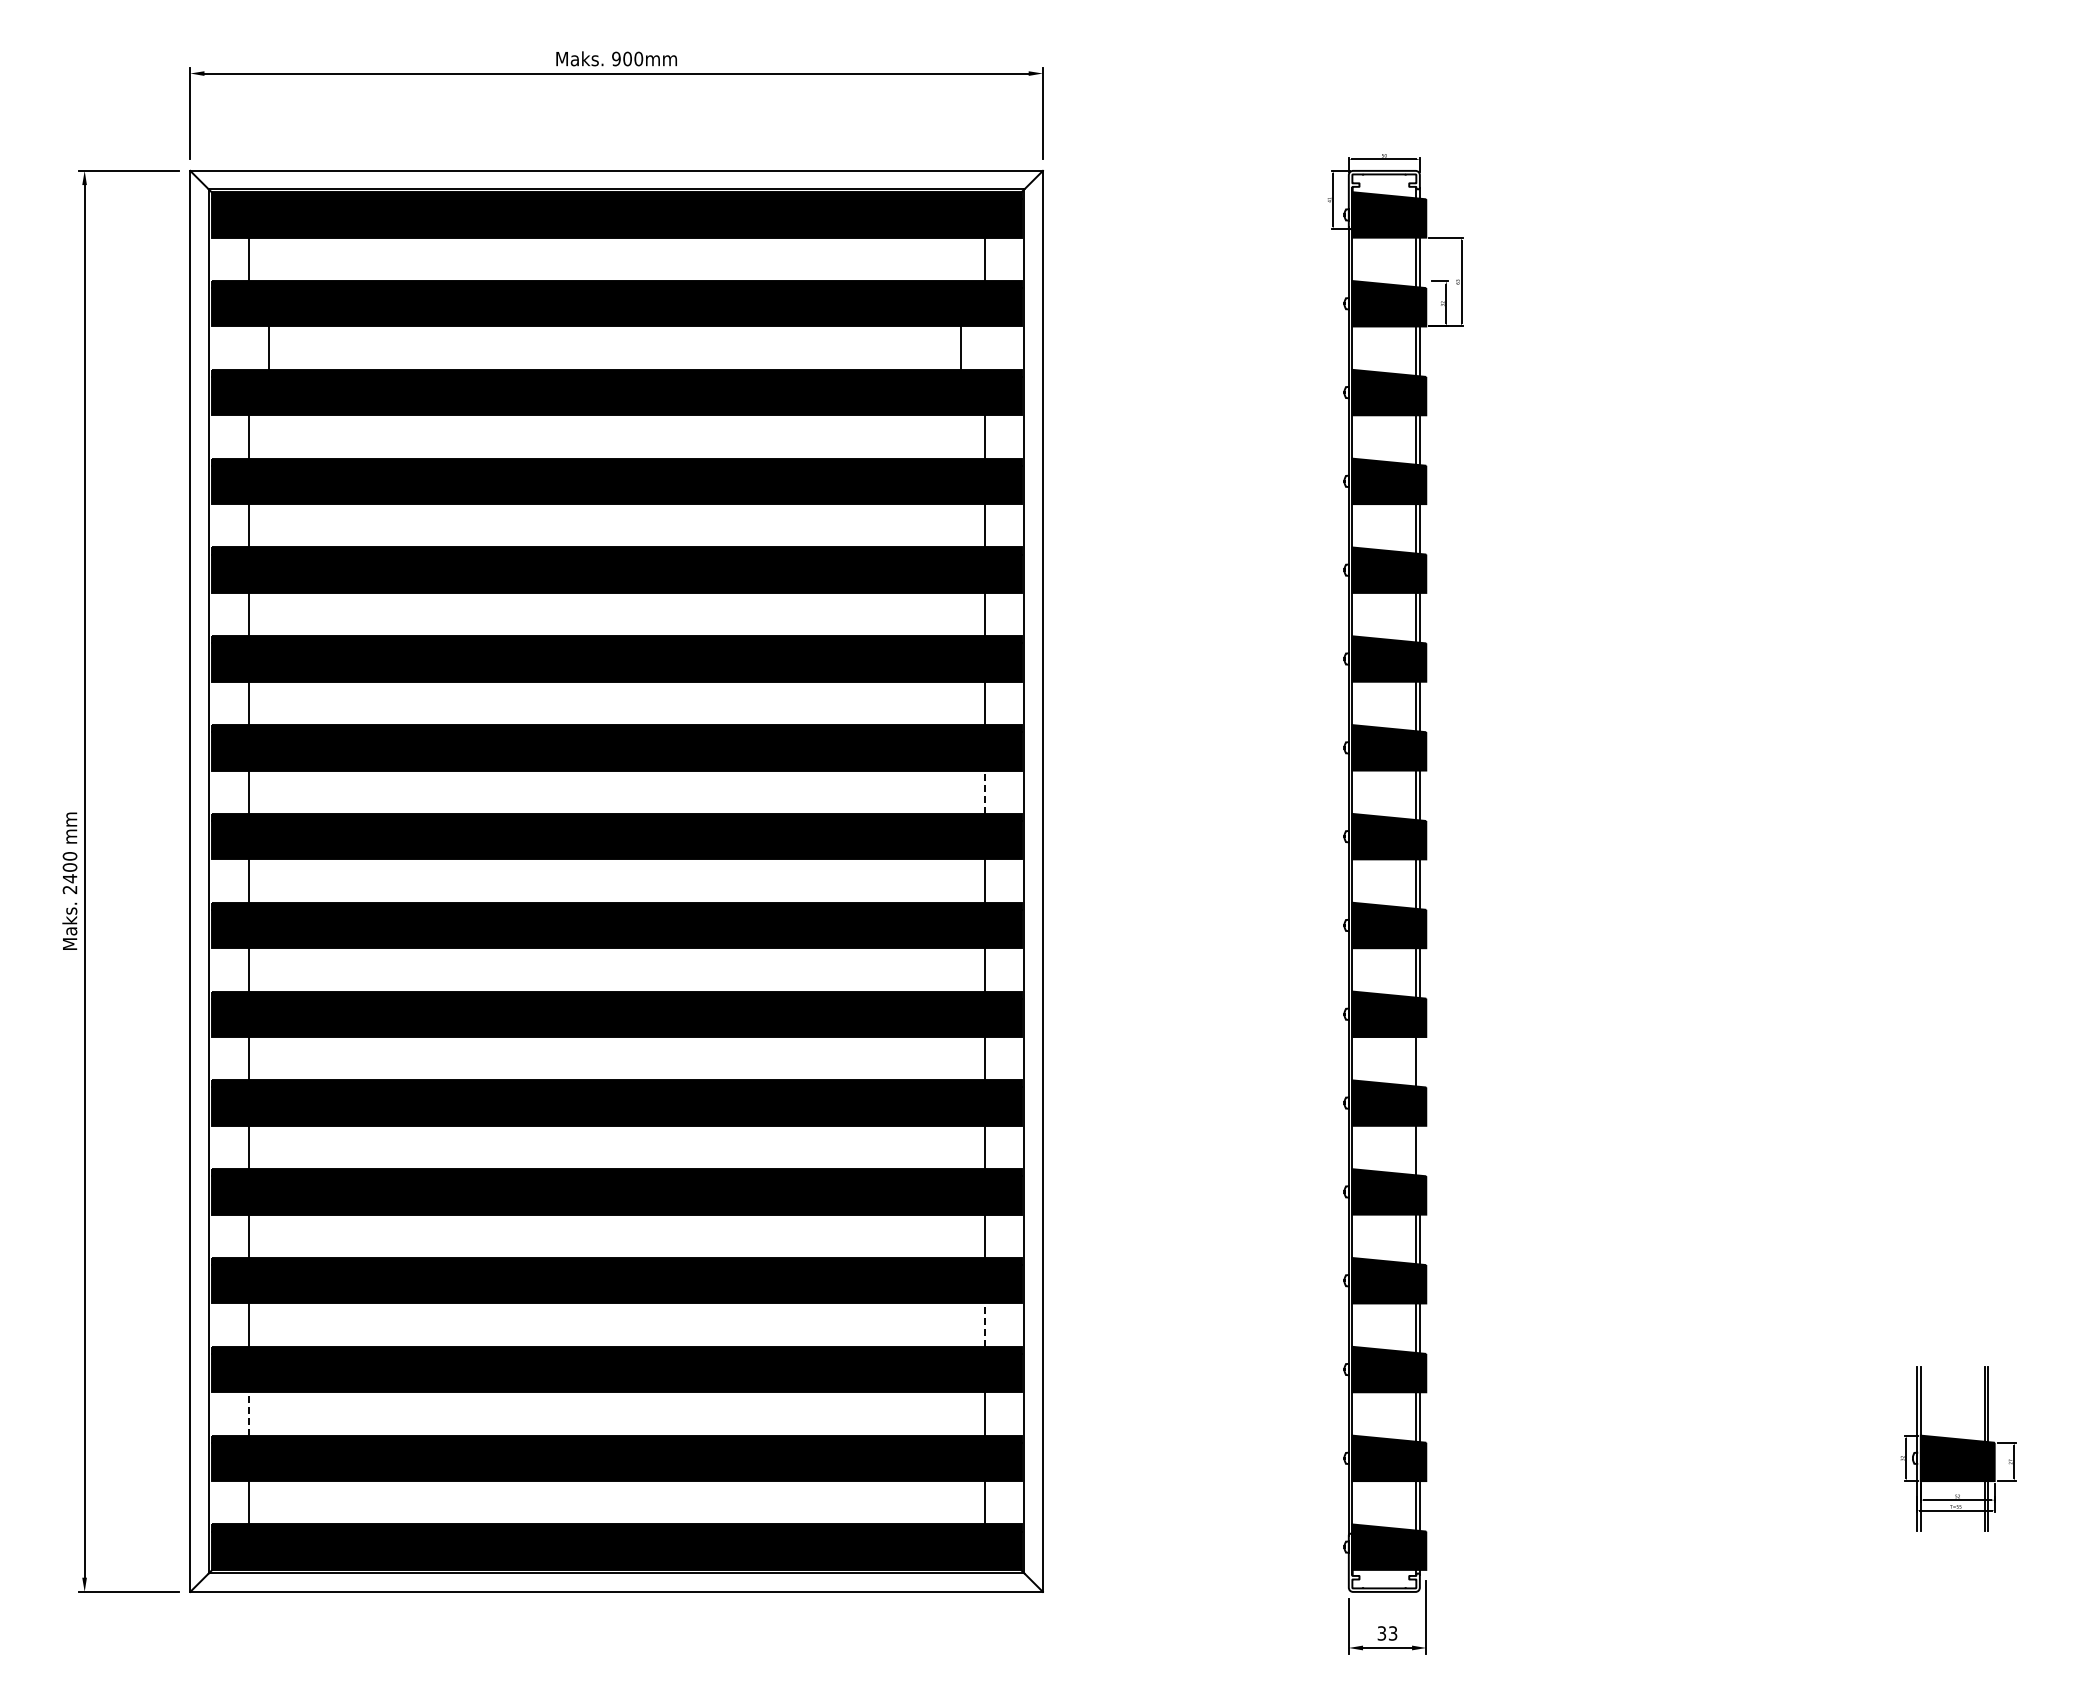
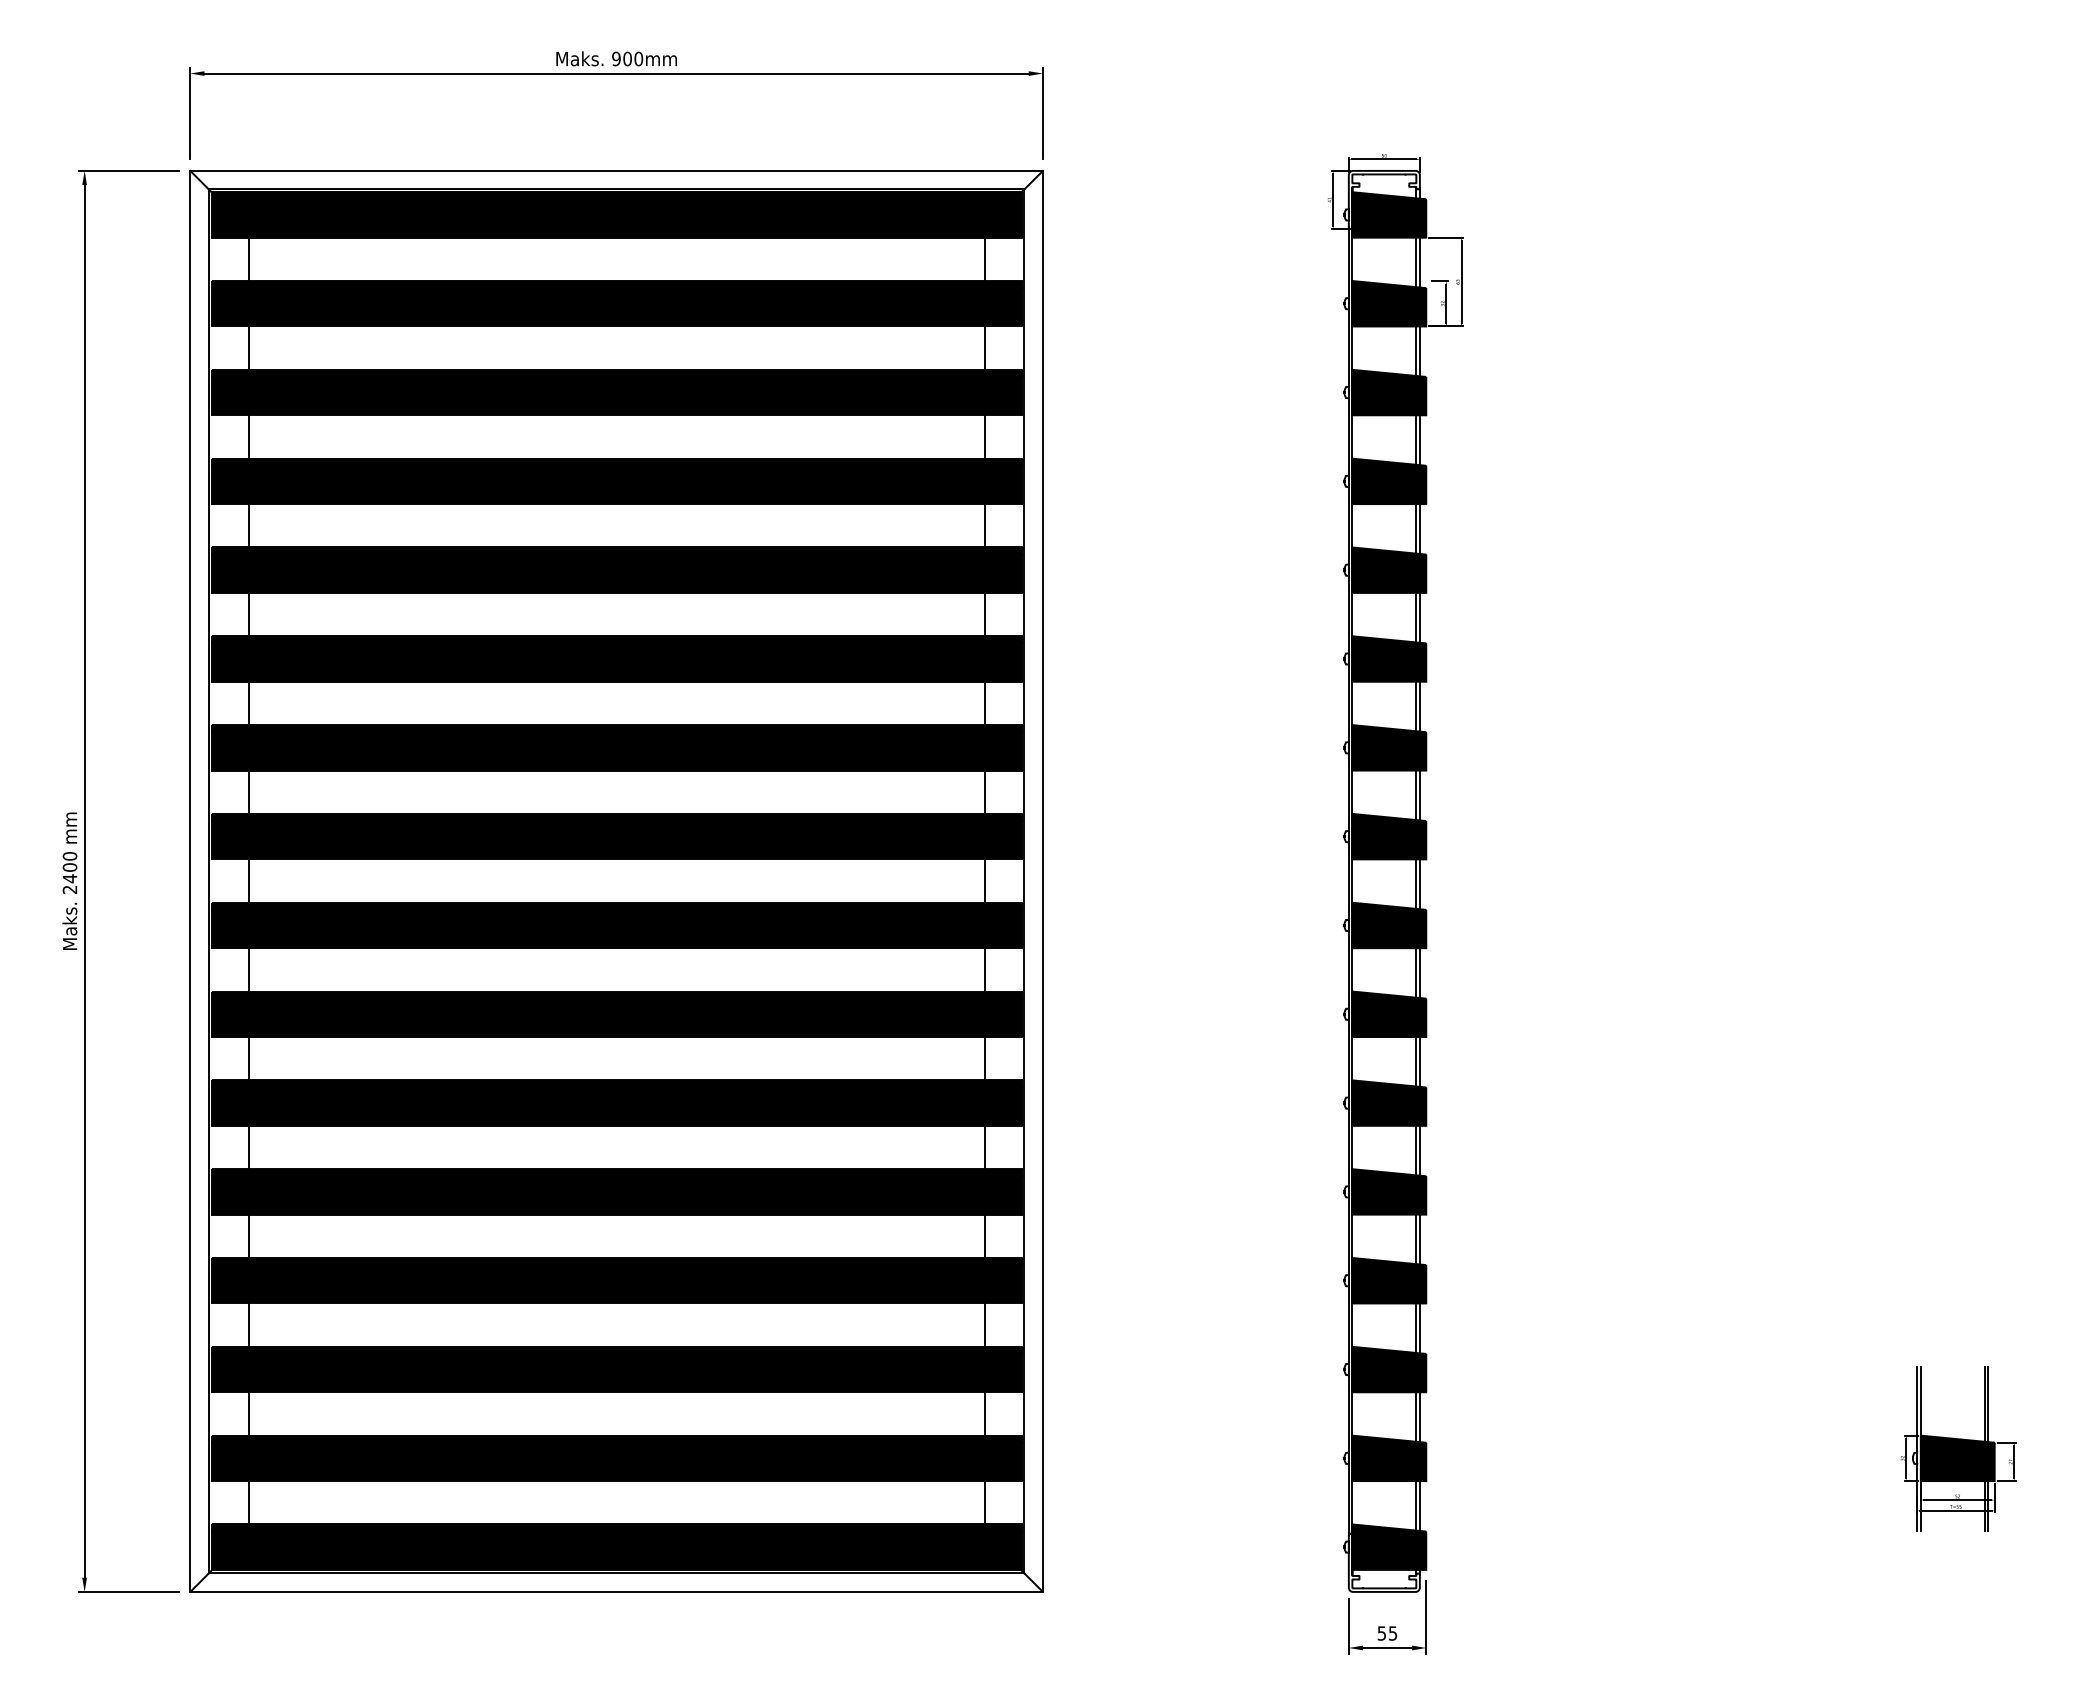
line at (268, 347) position: (268, 347) -> (248, 347)
line at (960, 347) position: (960, 347) -> (984, 347)
line at (984, 792): dashed -> solid
line at (1419, 1061): none -> present
line at (1419, 1150): none -> present
line at (984, 1325): dashed -> solid
line at (248, 1413): dashed -> solid
text at (1387, 1632): 33 -> 55
